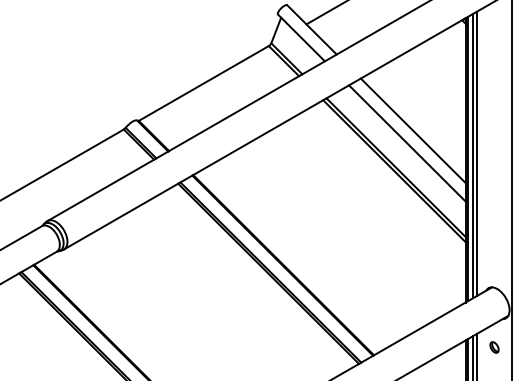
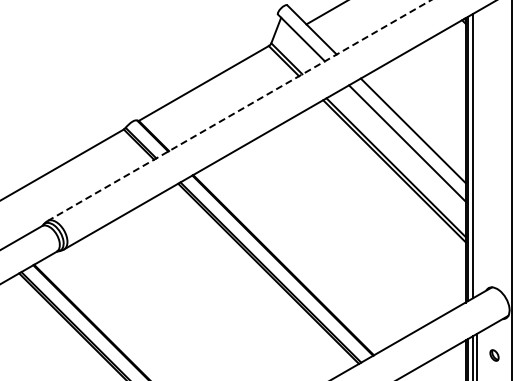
line at (239, 110): solid -> dashed
line at (476, 153): present -> none
part at (494, 347) position: (494, 347) -> (494, 355)
